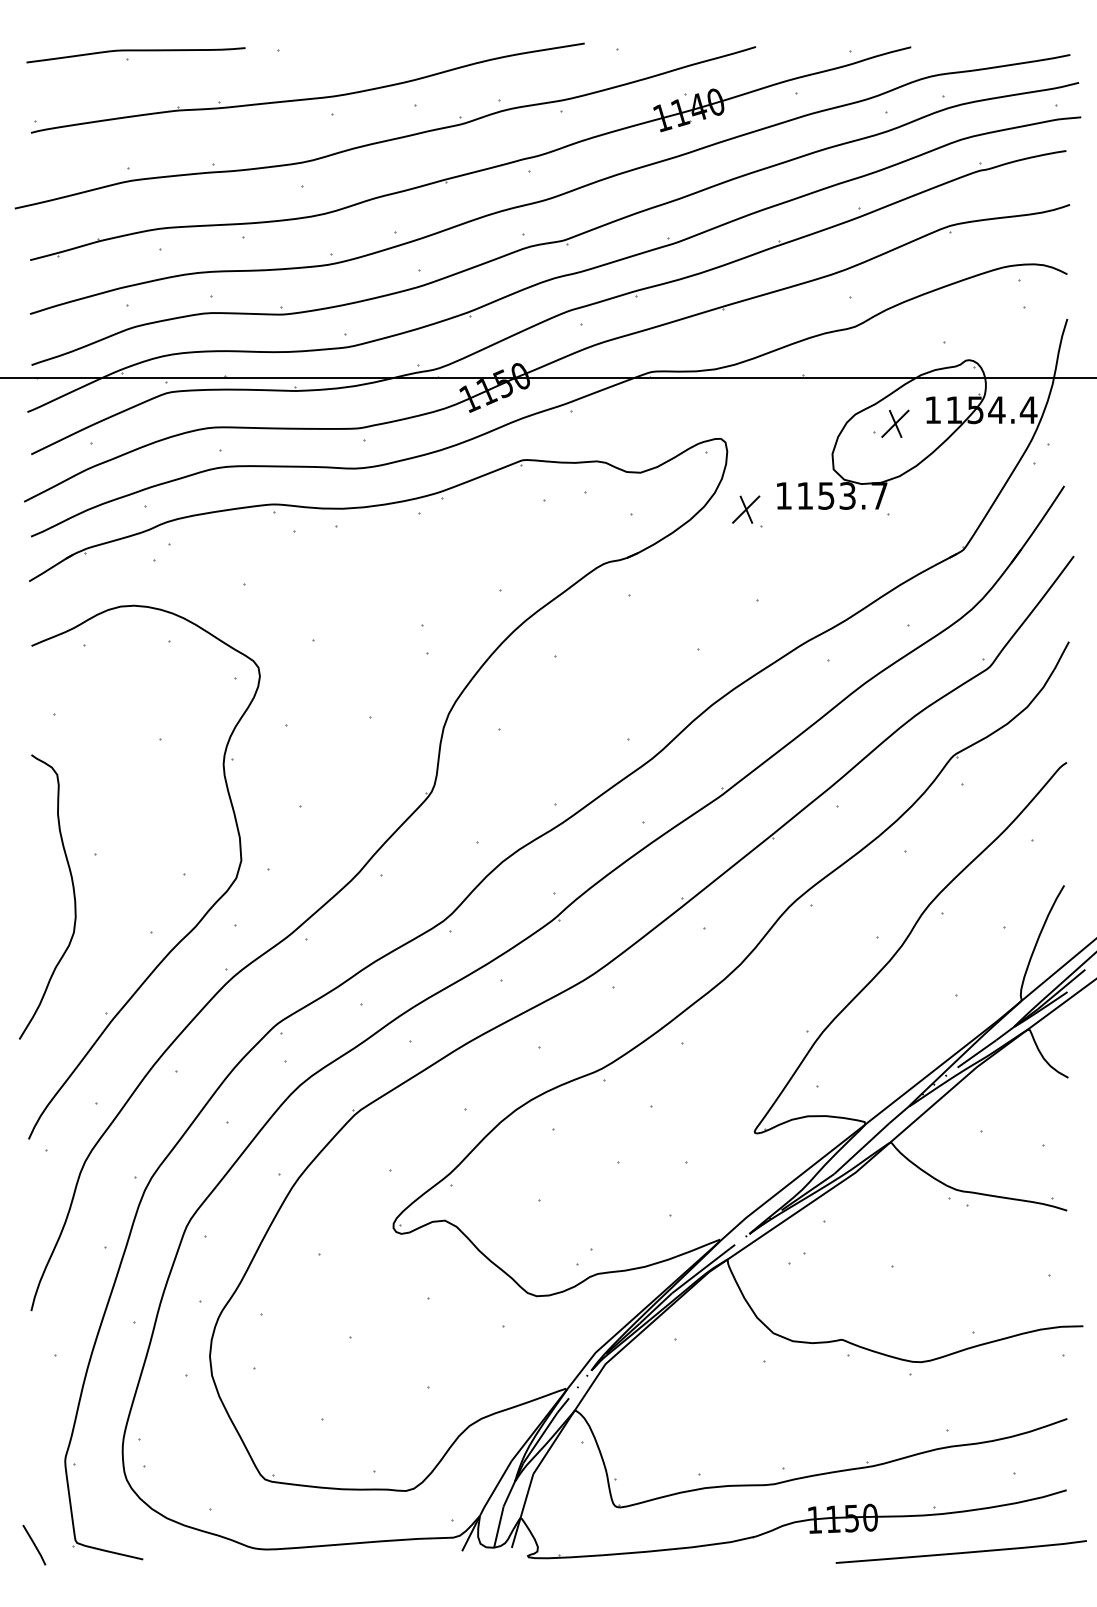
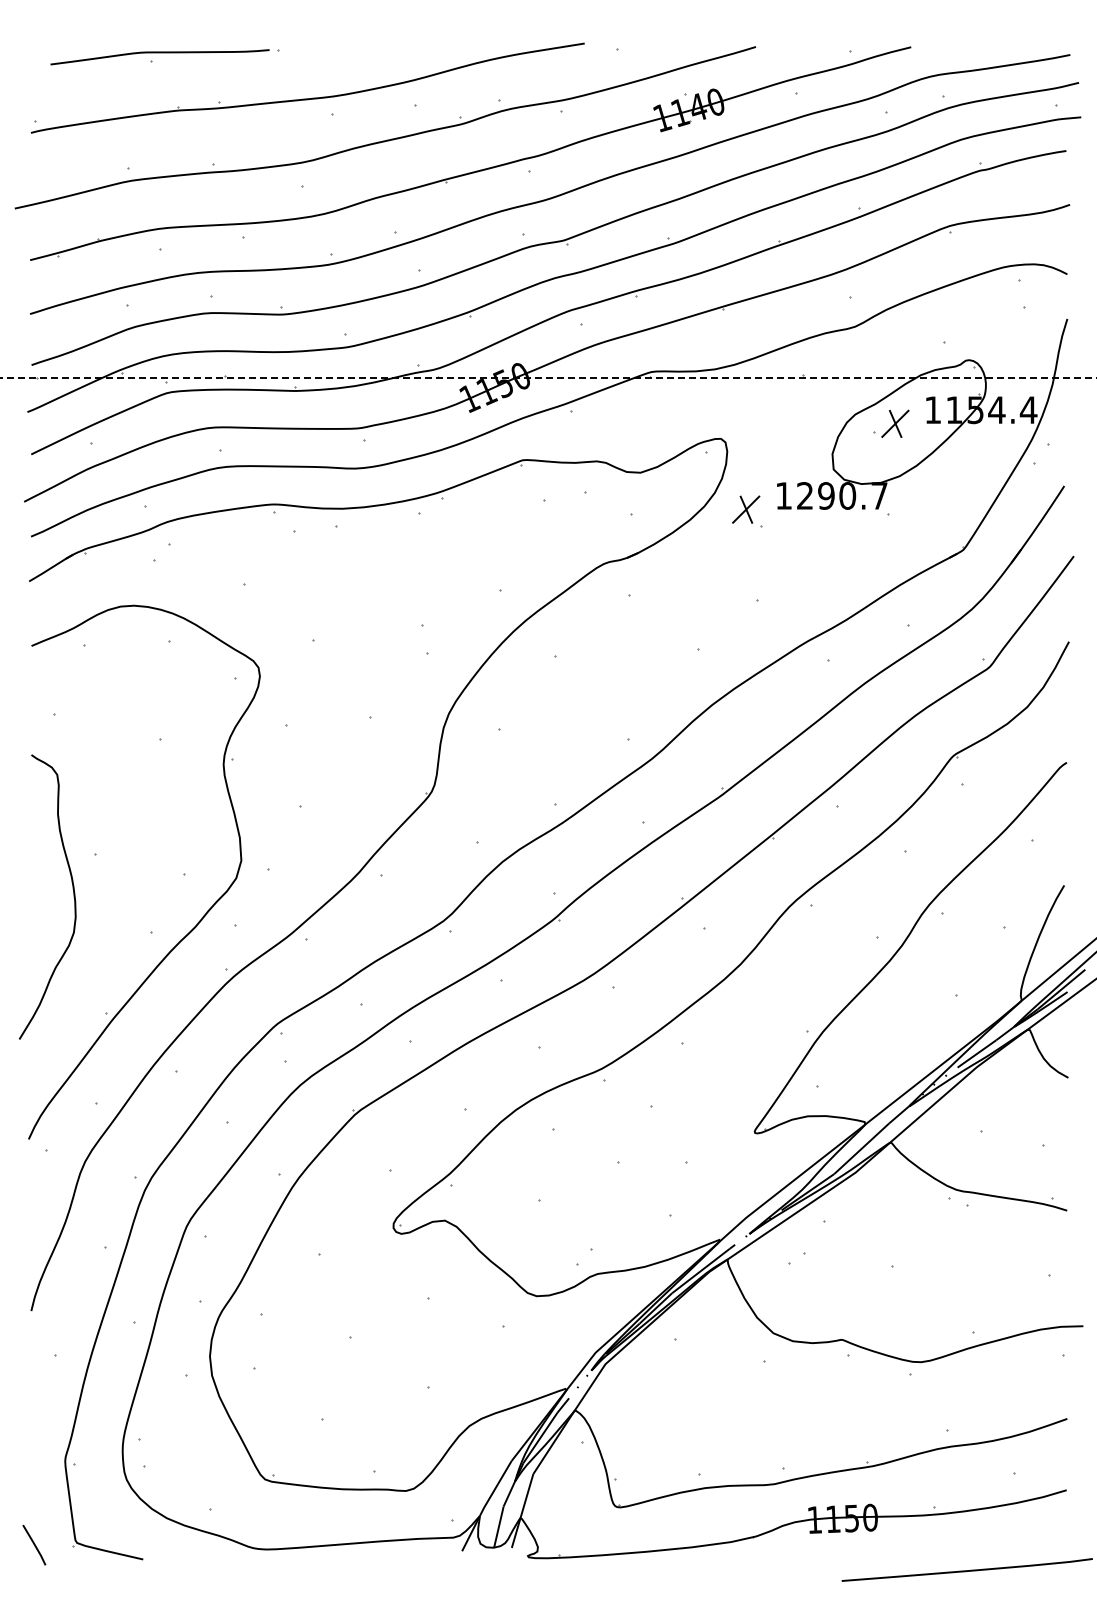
part at (135, 55) position: (135, 55) -> (159, 57)
line at (548, 377): solid -> dashed
text at (826, 495): 1153.7 -> 1290.7
curve at (960, 1552) position: (960, 1552) -> (966, 1570)
